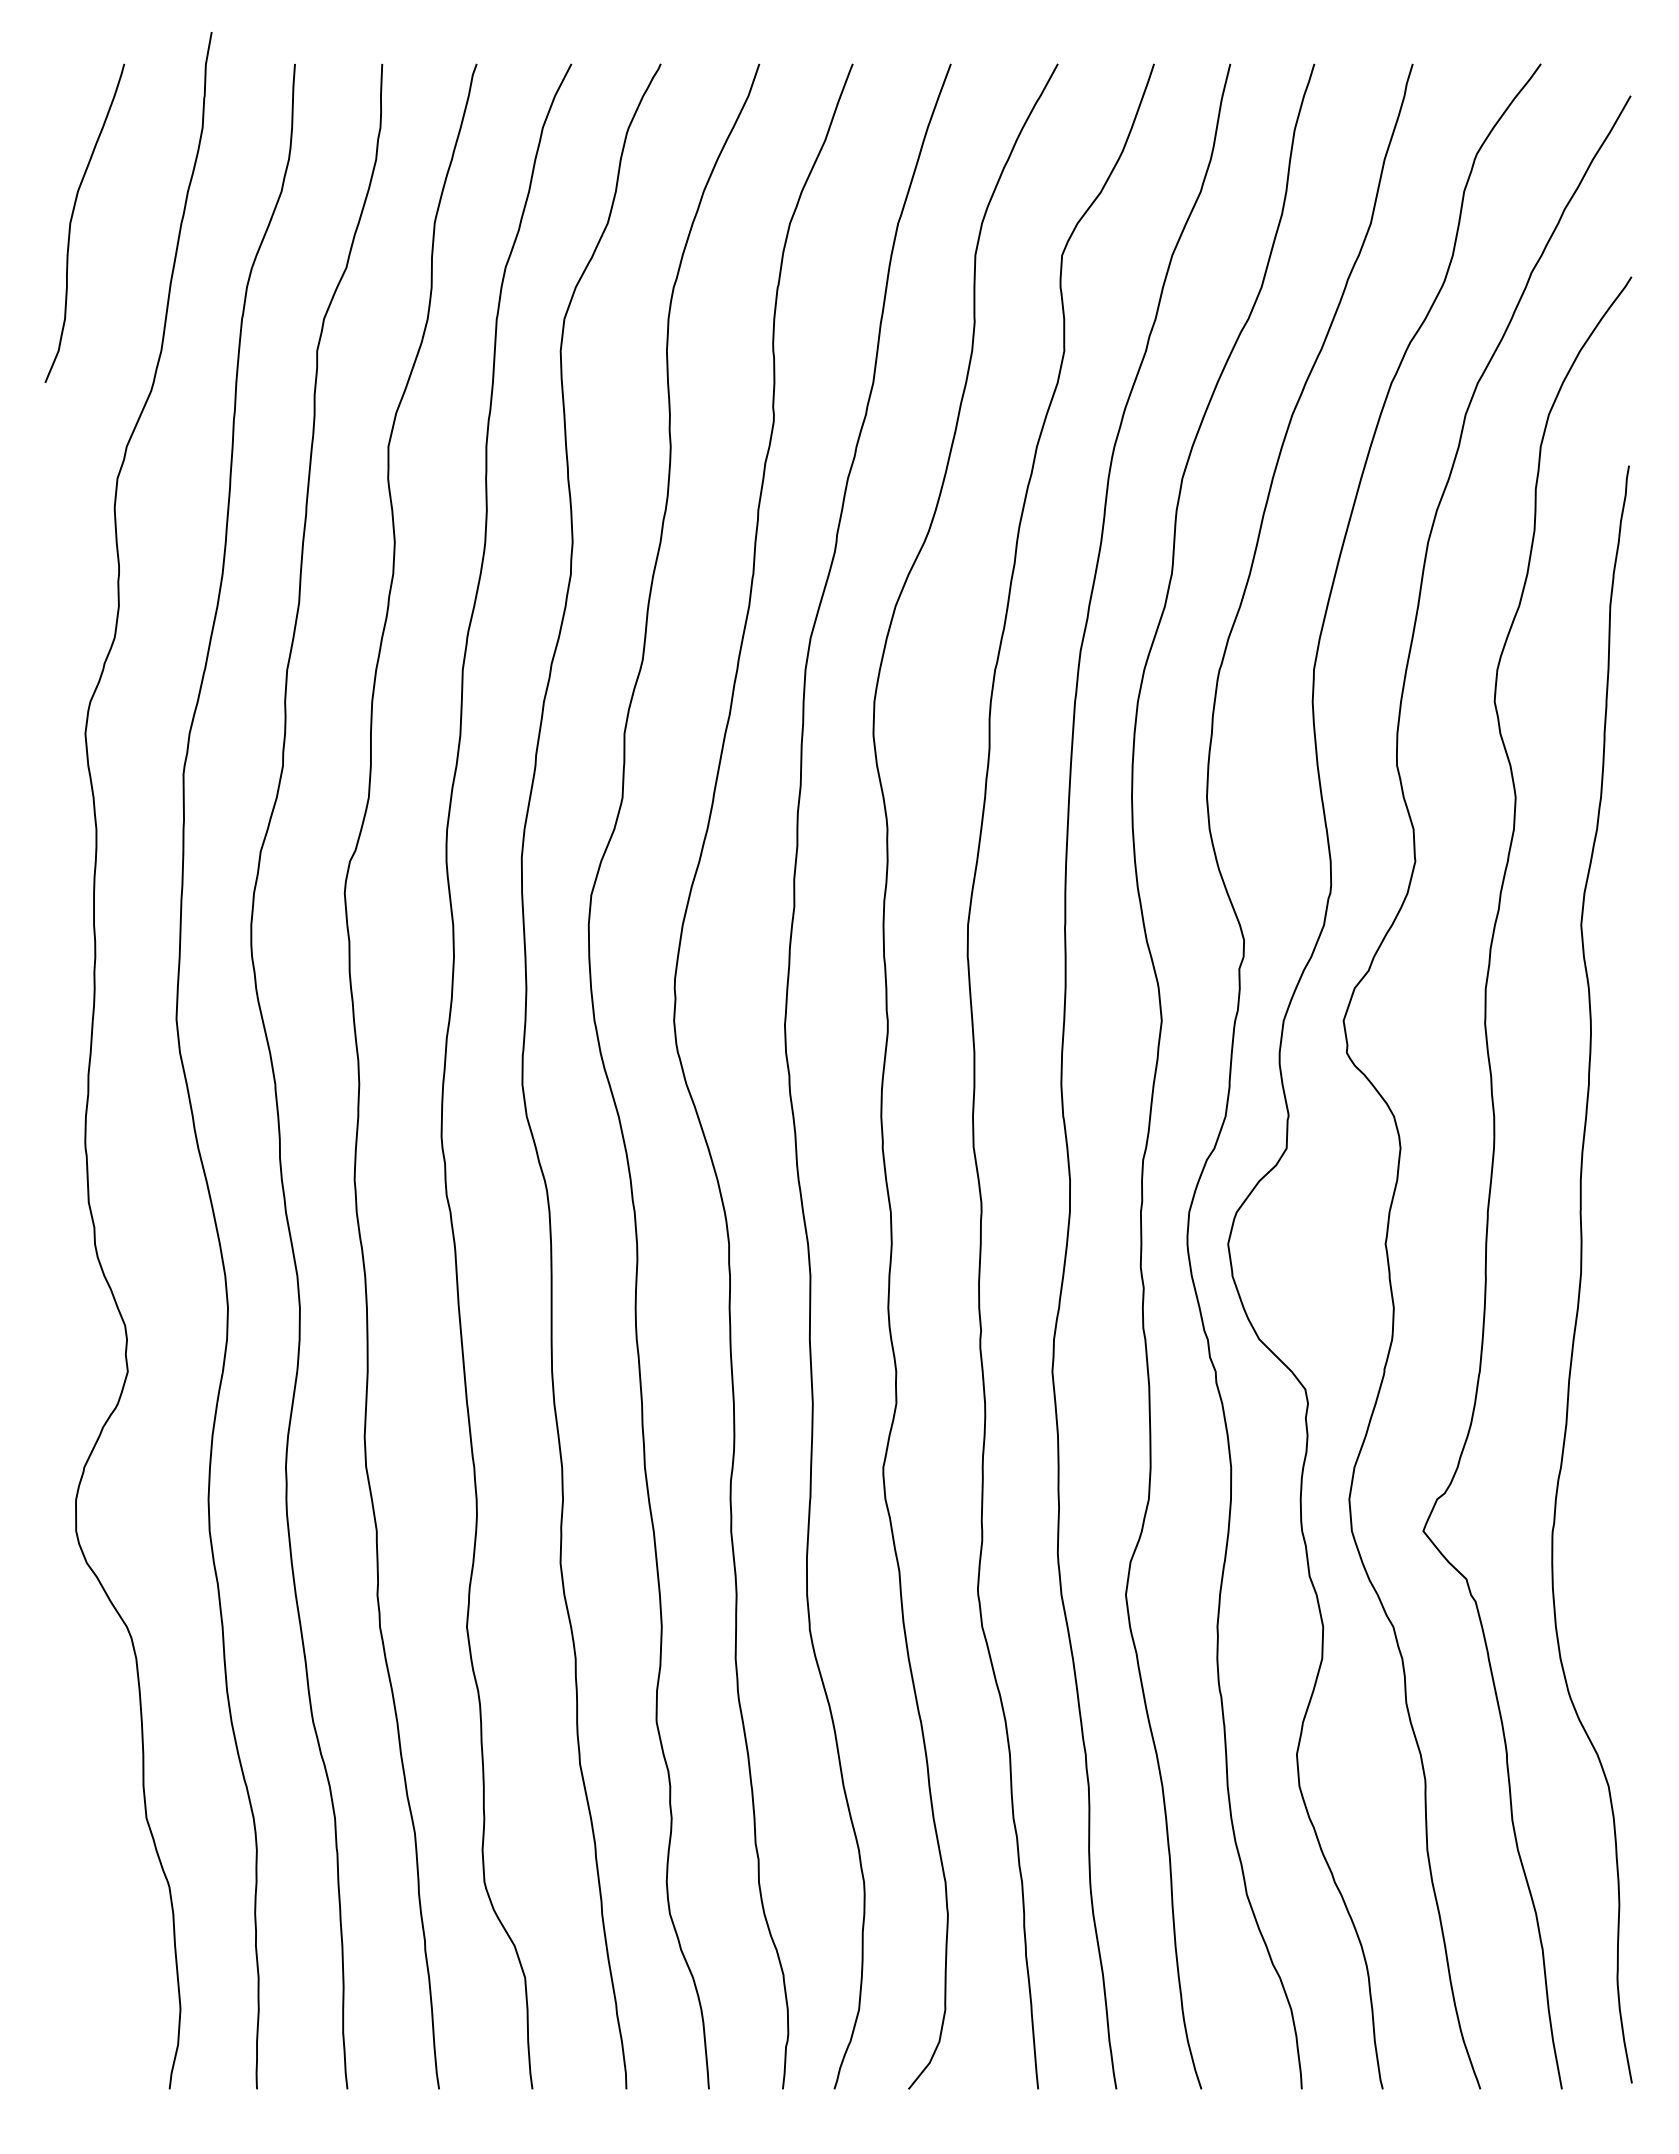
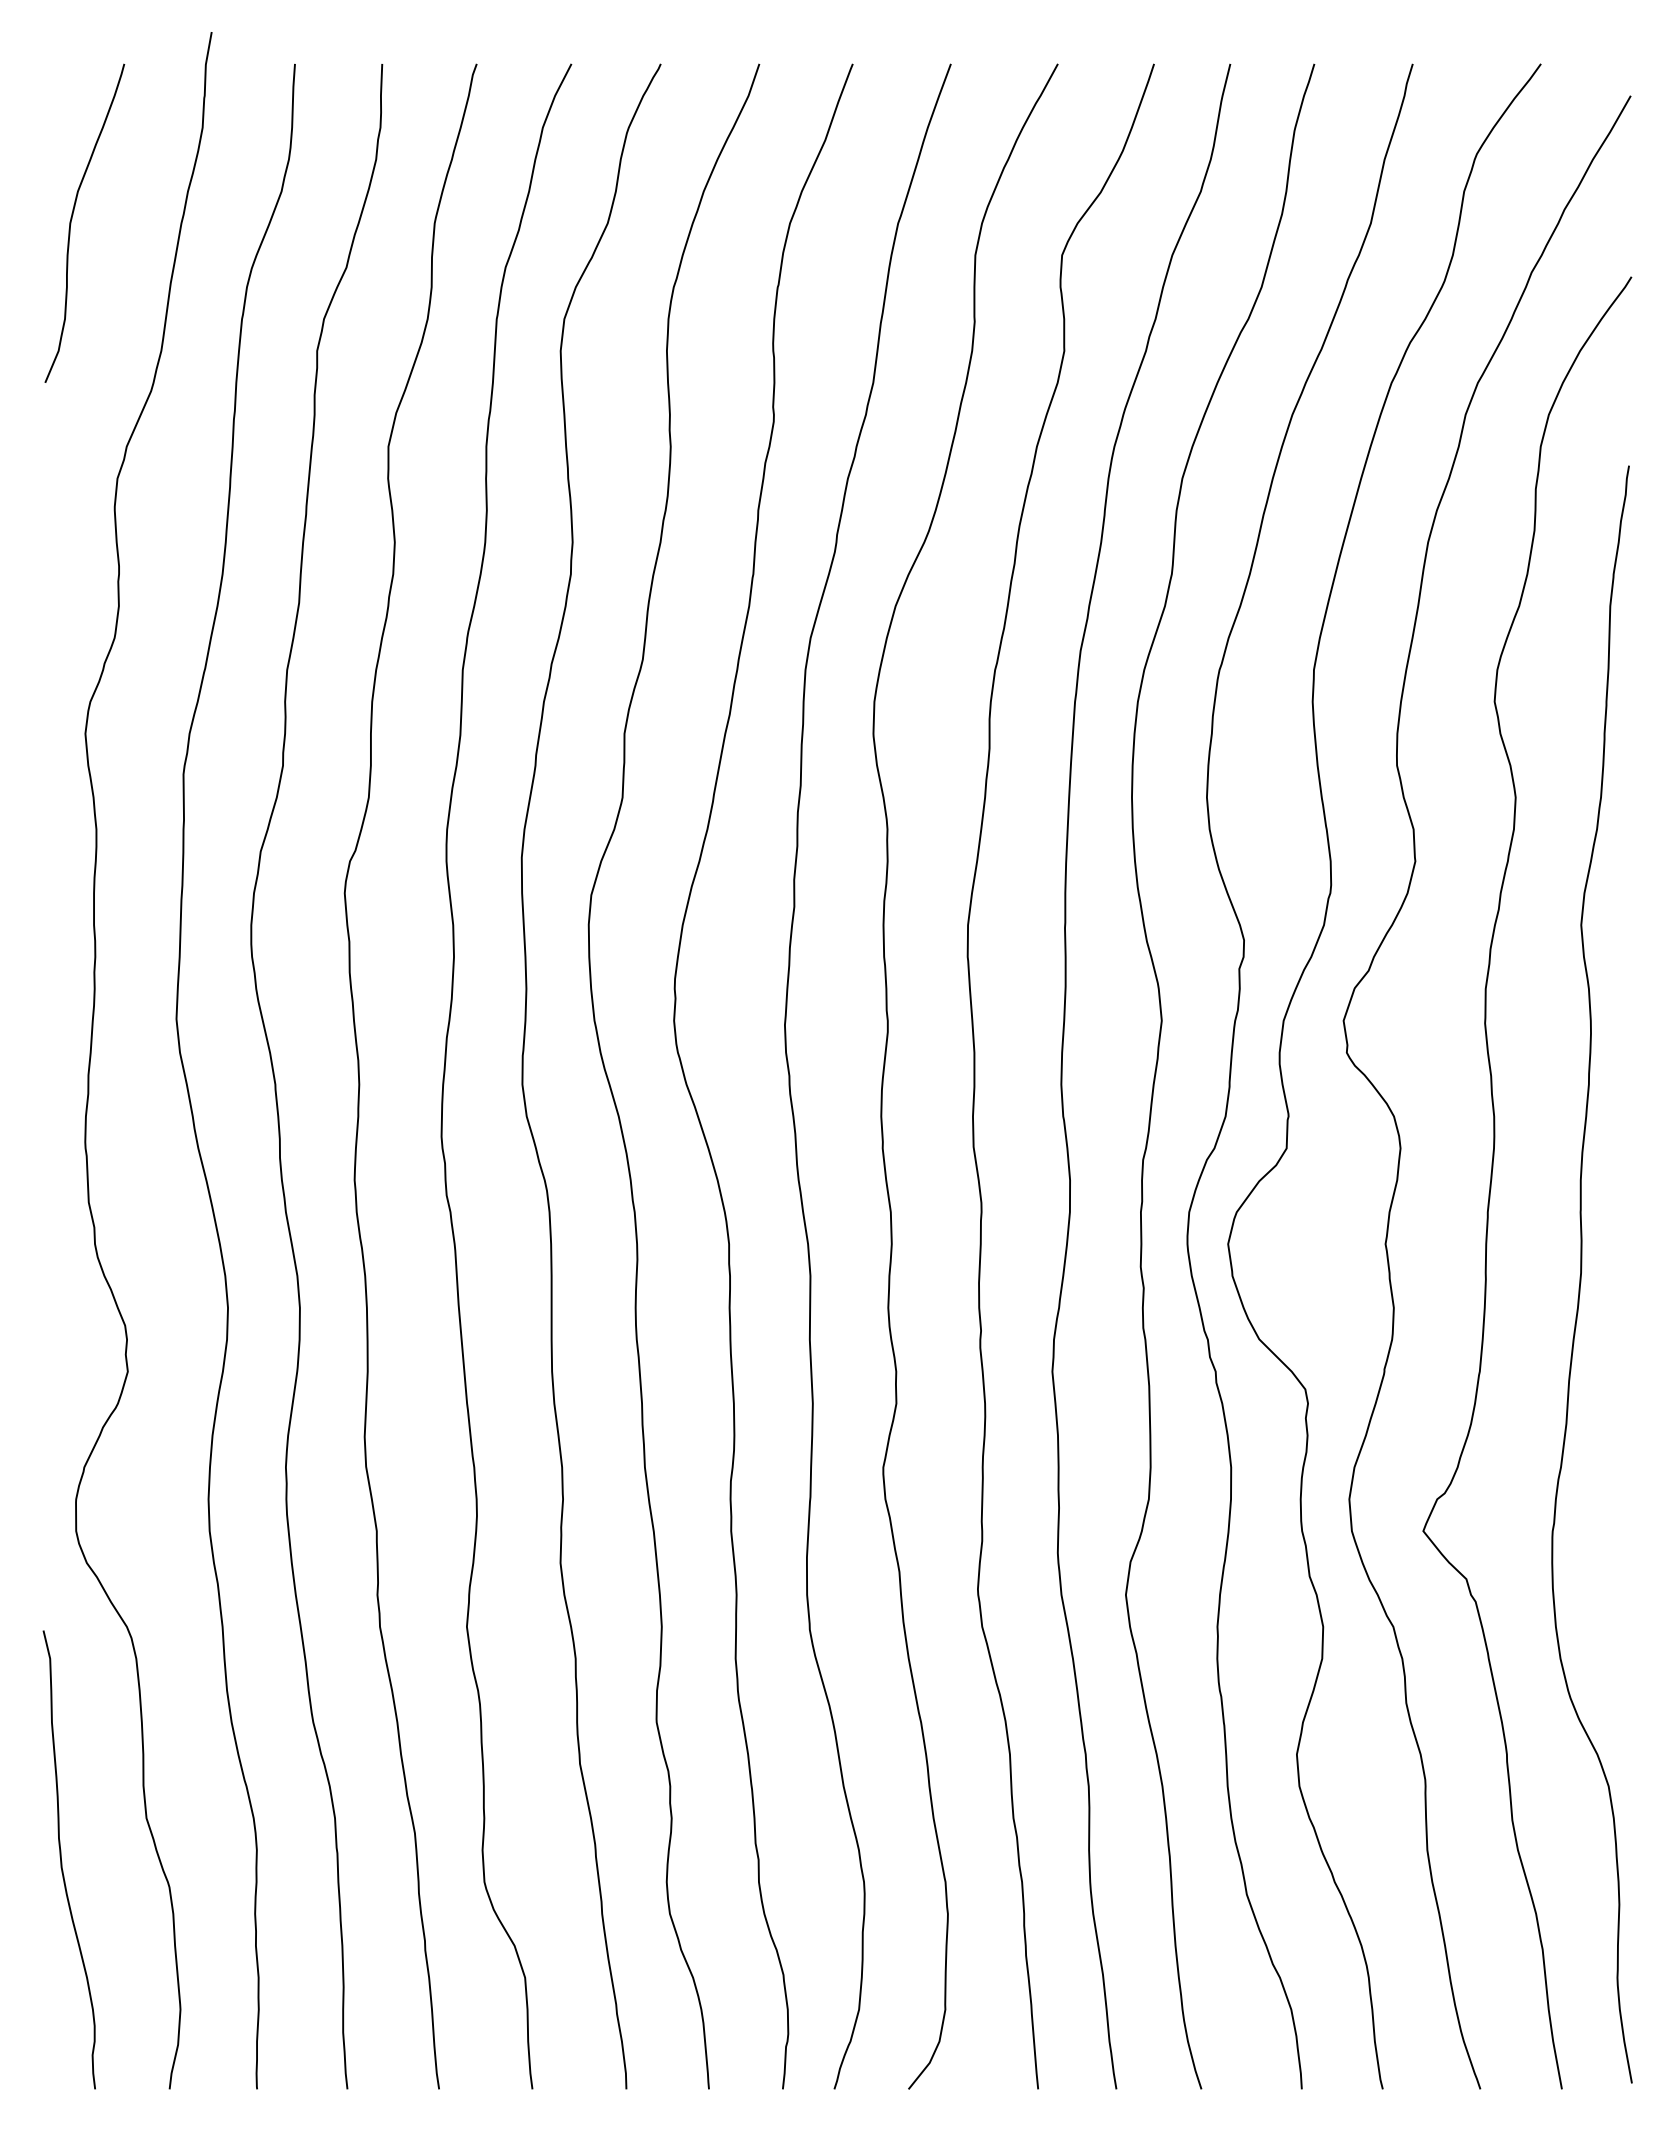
curve at (62, 1861): none -> present
